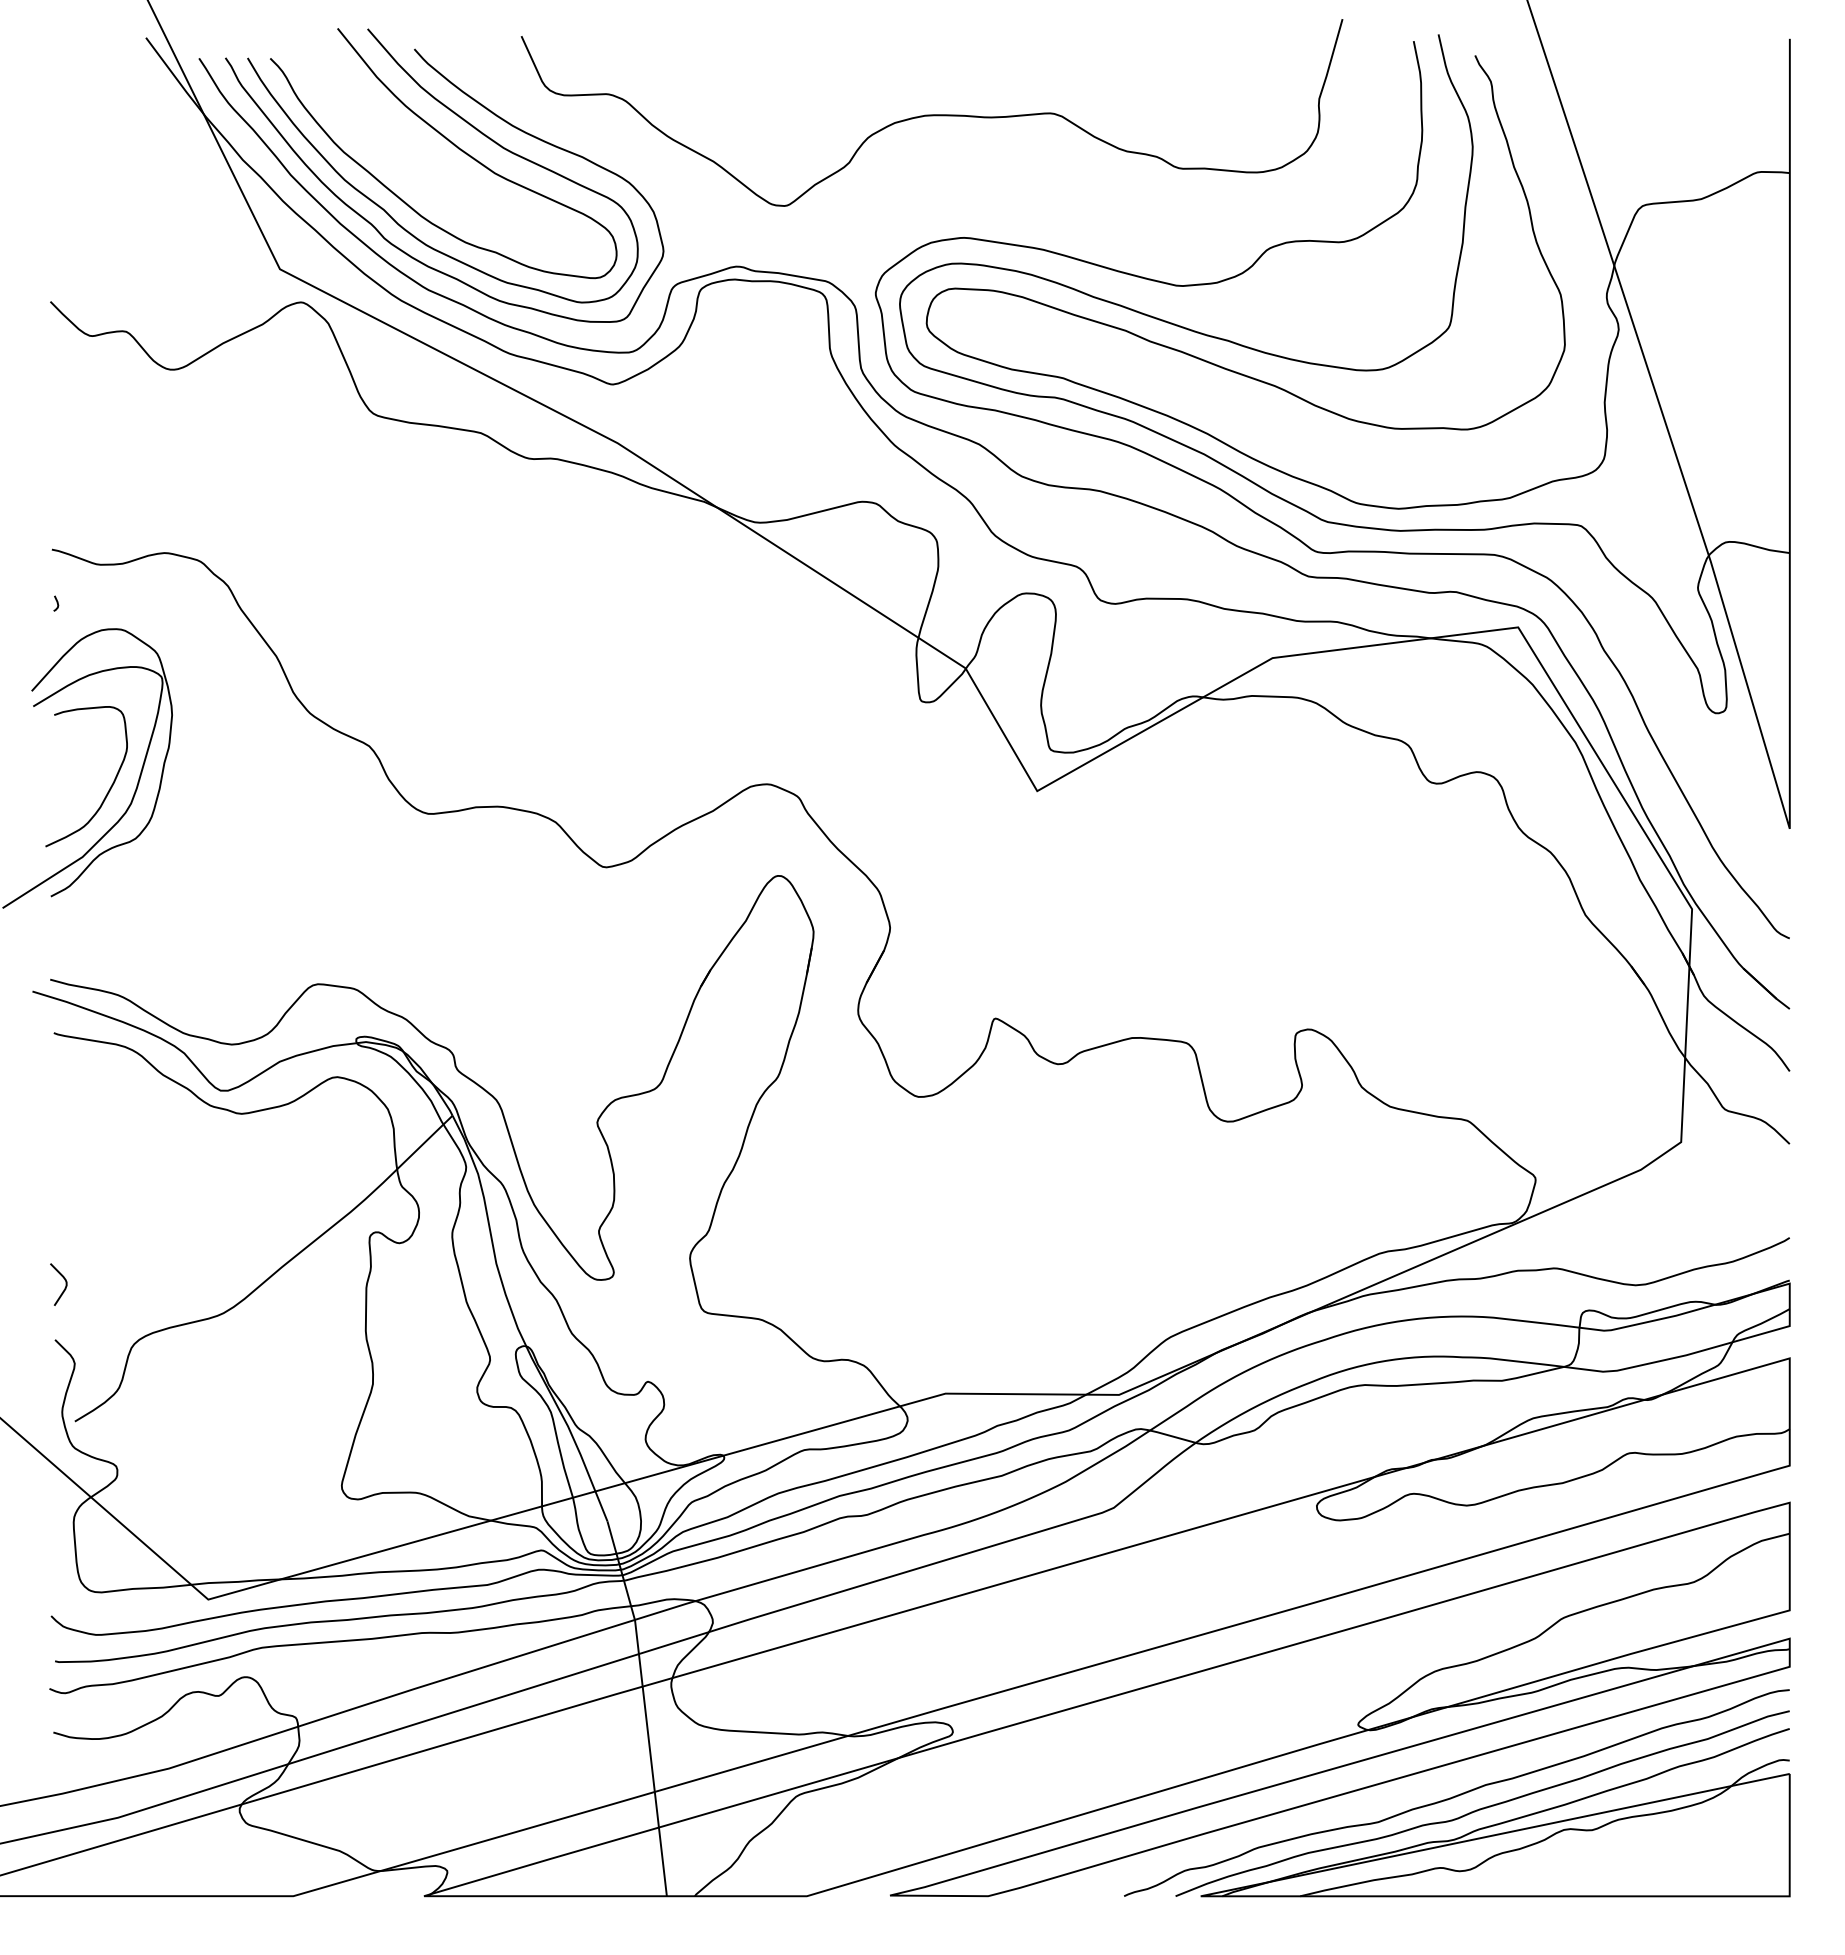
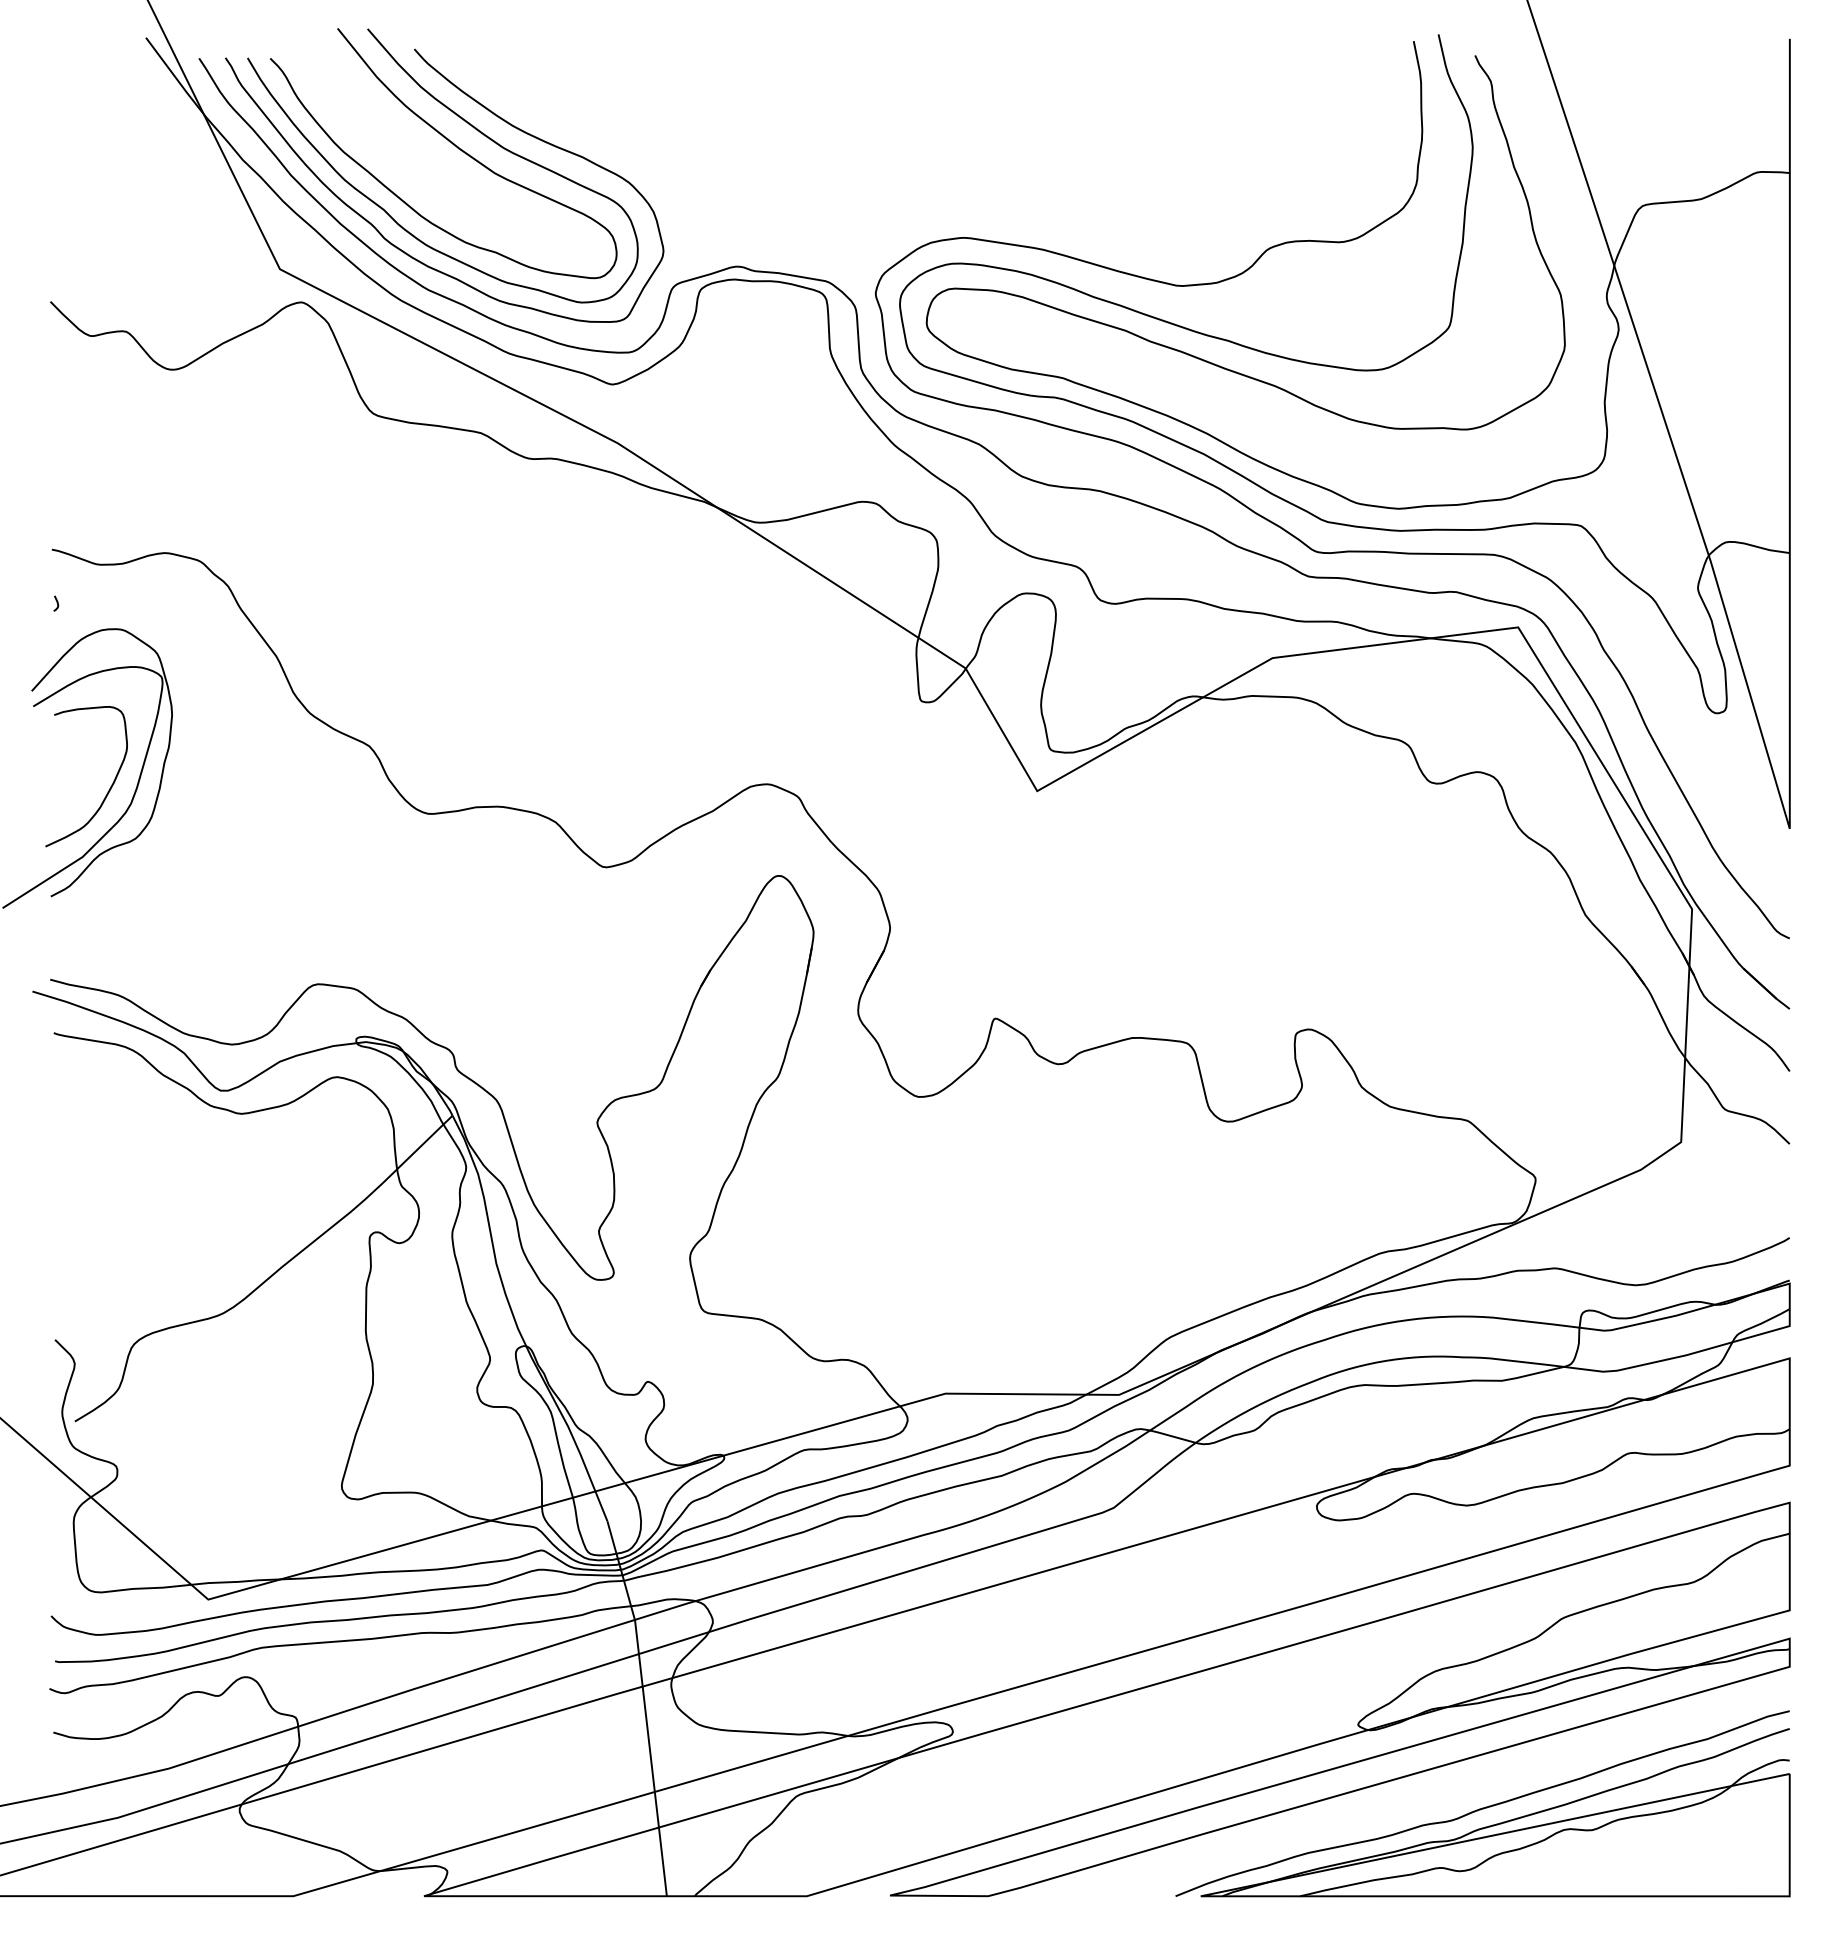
curve at (931, 114): present -> none
curve at (65, 1284): present -> none
curve at (1457, 1794): present -> none
